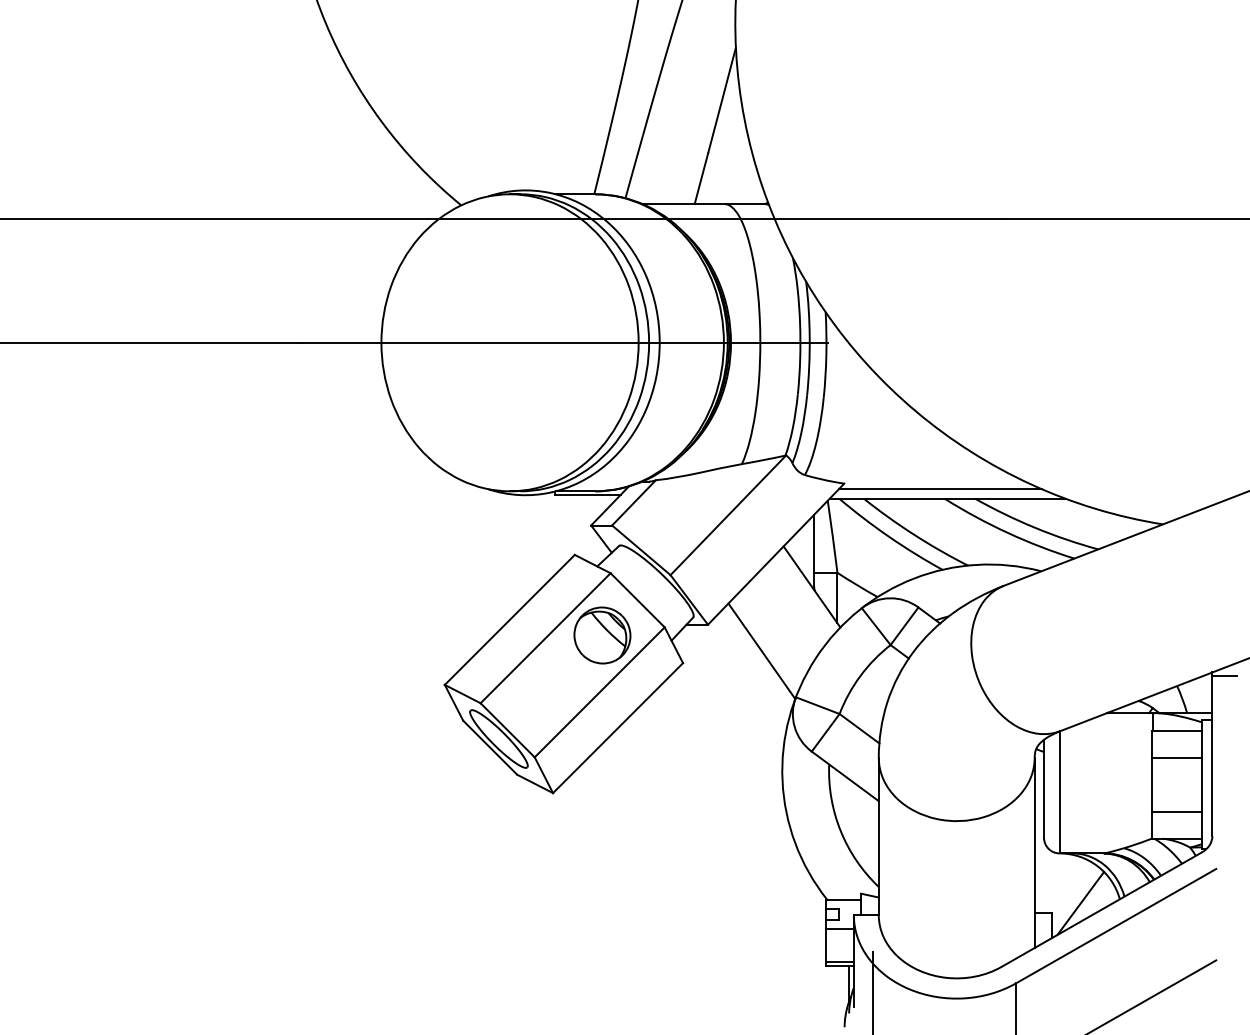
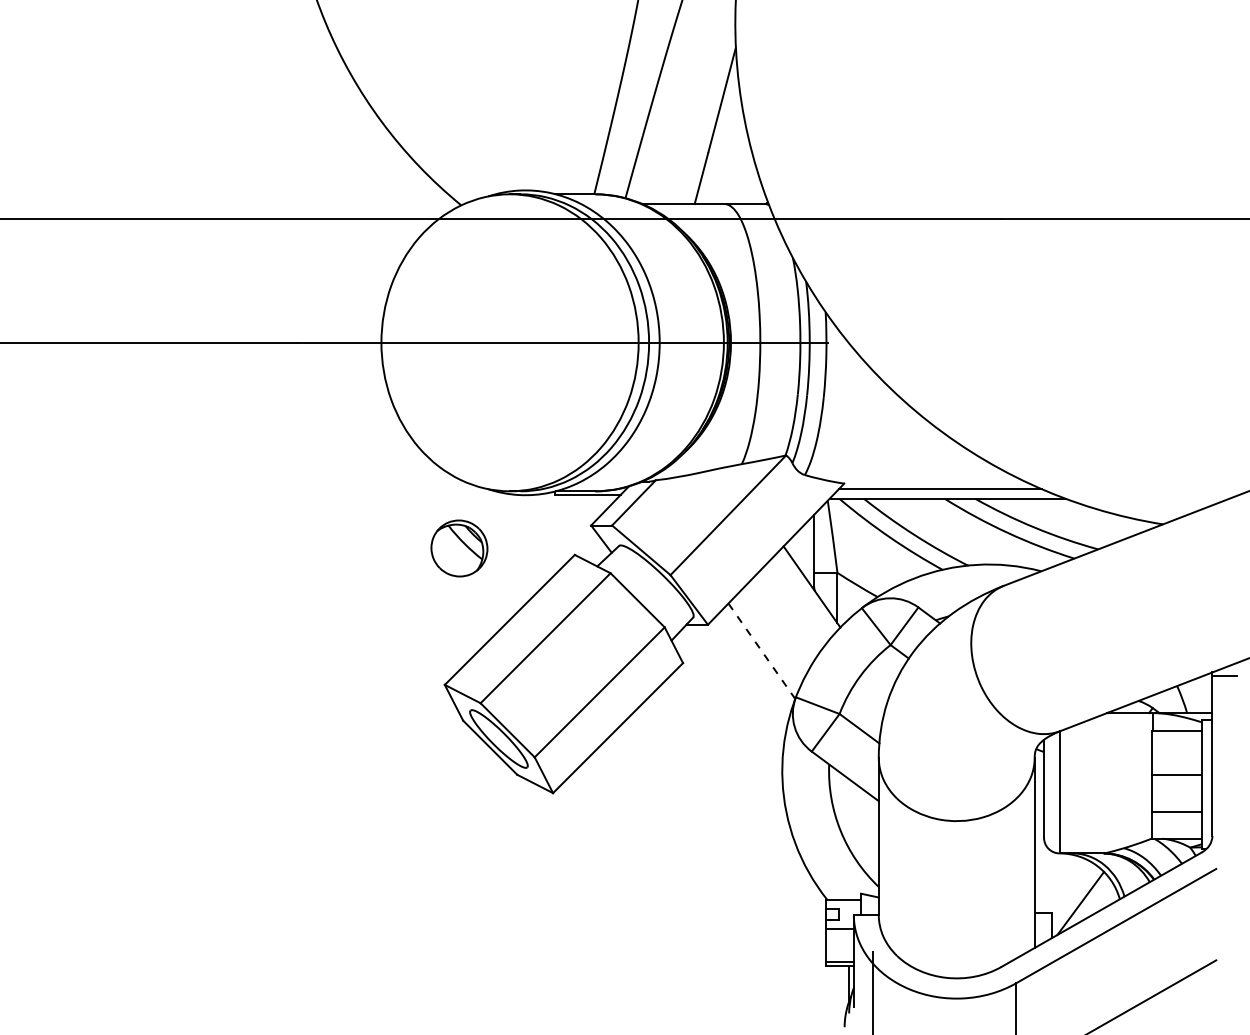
part at (602, 635) position: (602, 635) -> (459, 548)
line at (762, 651): solid -> dashed
line at (1176, 757) position: (1176, 757) -> (1176, 774)
